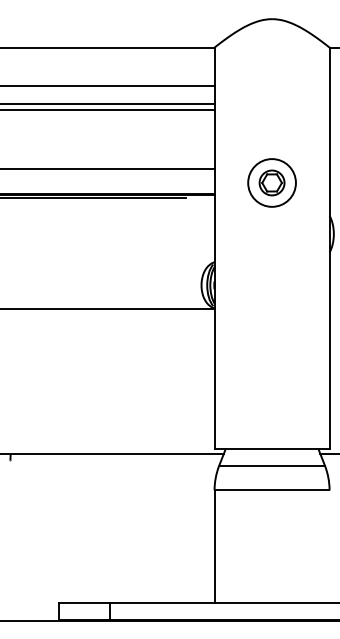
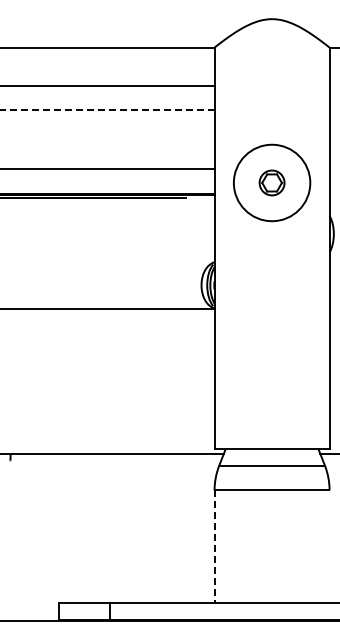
line at (108, 103): present -> none
line at (107, 110): solid -> dashed
circle at (271, 182) diameter: 48 px -> 76 px
line at (214, 547): solid -> dashed
